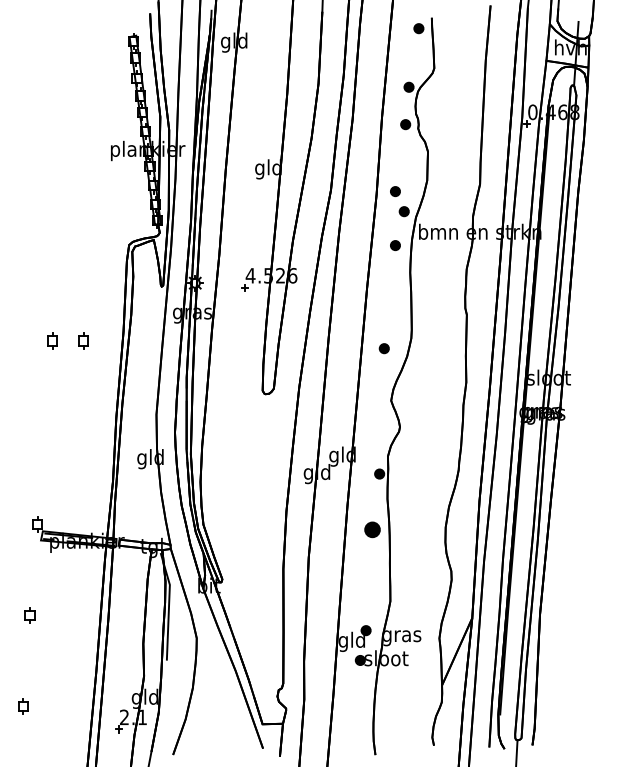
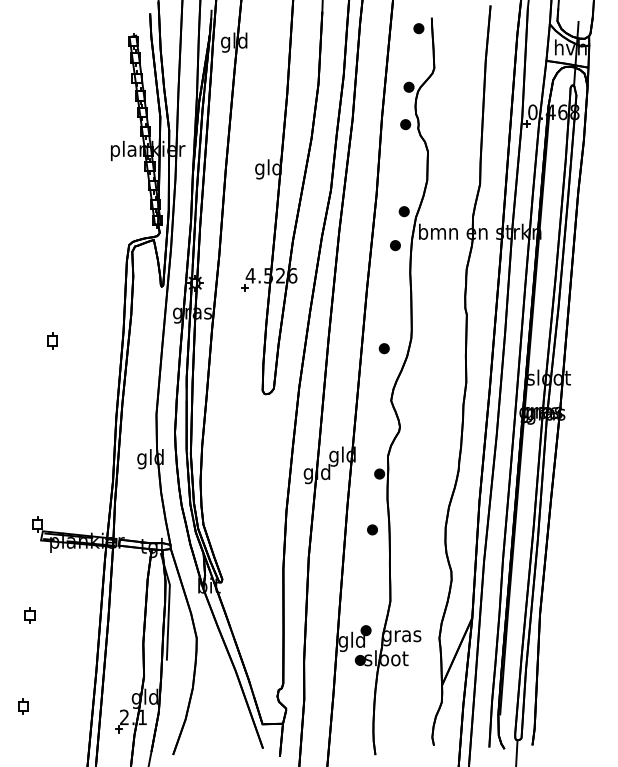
part at (395, 191): present -> none
part at (83, 340): present -> none
part at (372, 529) size: 17x18 px -> 11x12 px
